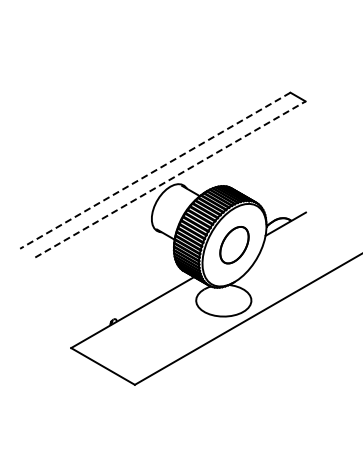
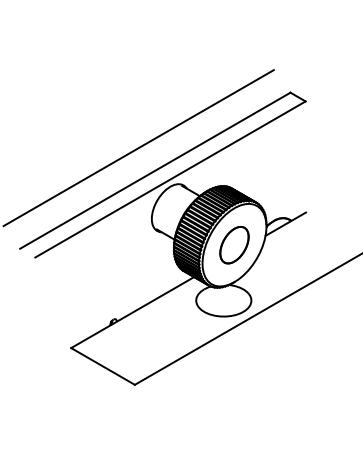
line at (138, 148): none -> present
line at (154, 170): dashed -> solid
line at (170, 179): dashed -> solid
